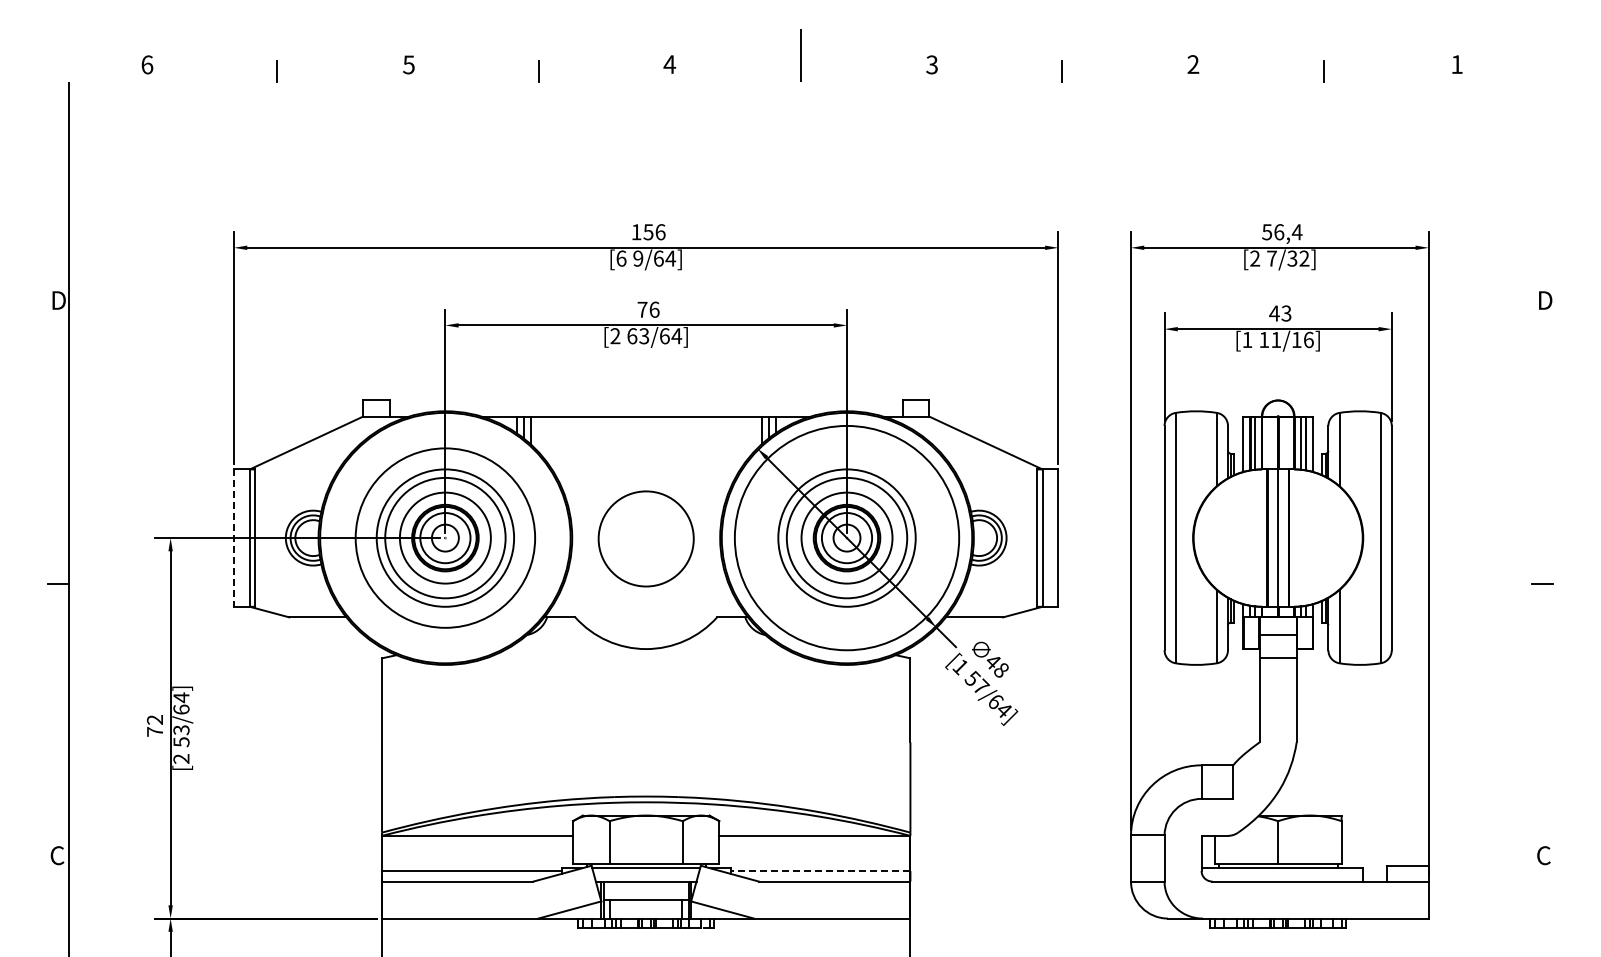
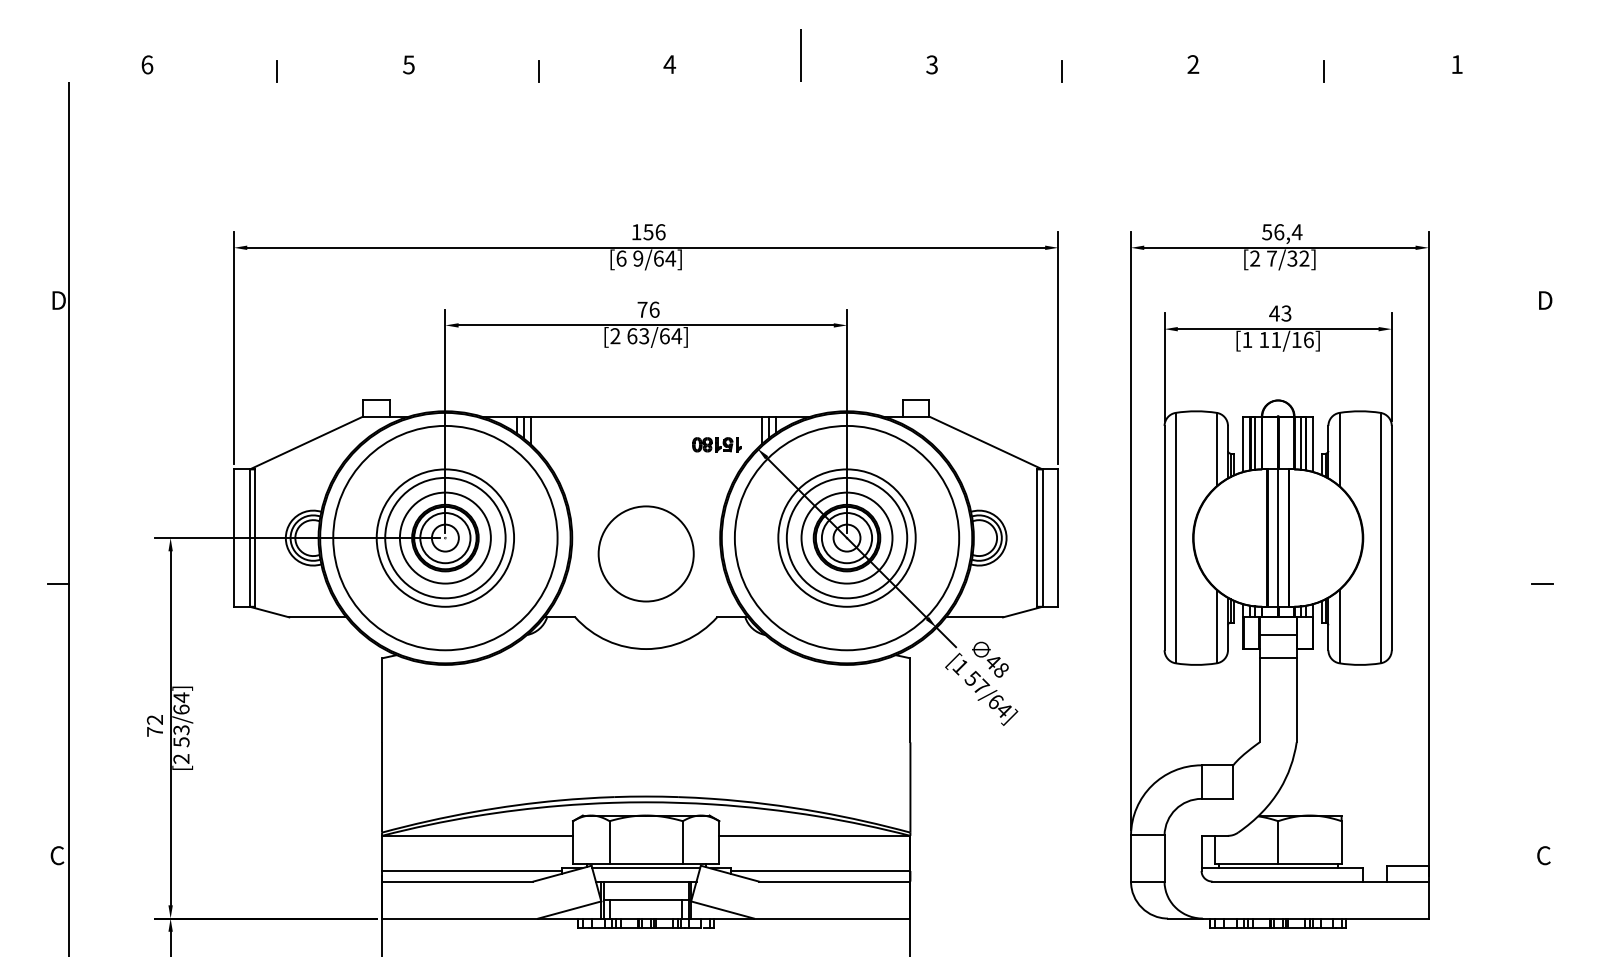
part at (716, 444): none -> present
circle at (445, 537) diameter: 179 px -> 224 px
line at (234, 538): dashed -> solid
circle at (645, 538) position: (645, 538) -> (645, 553)
line at (820, 871): dashed -> solid
